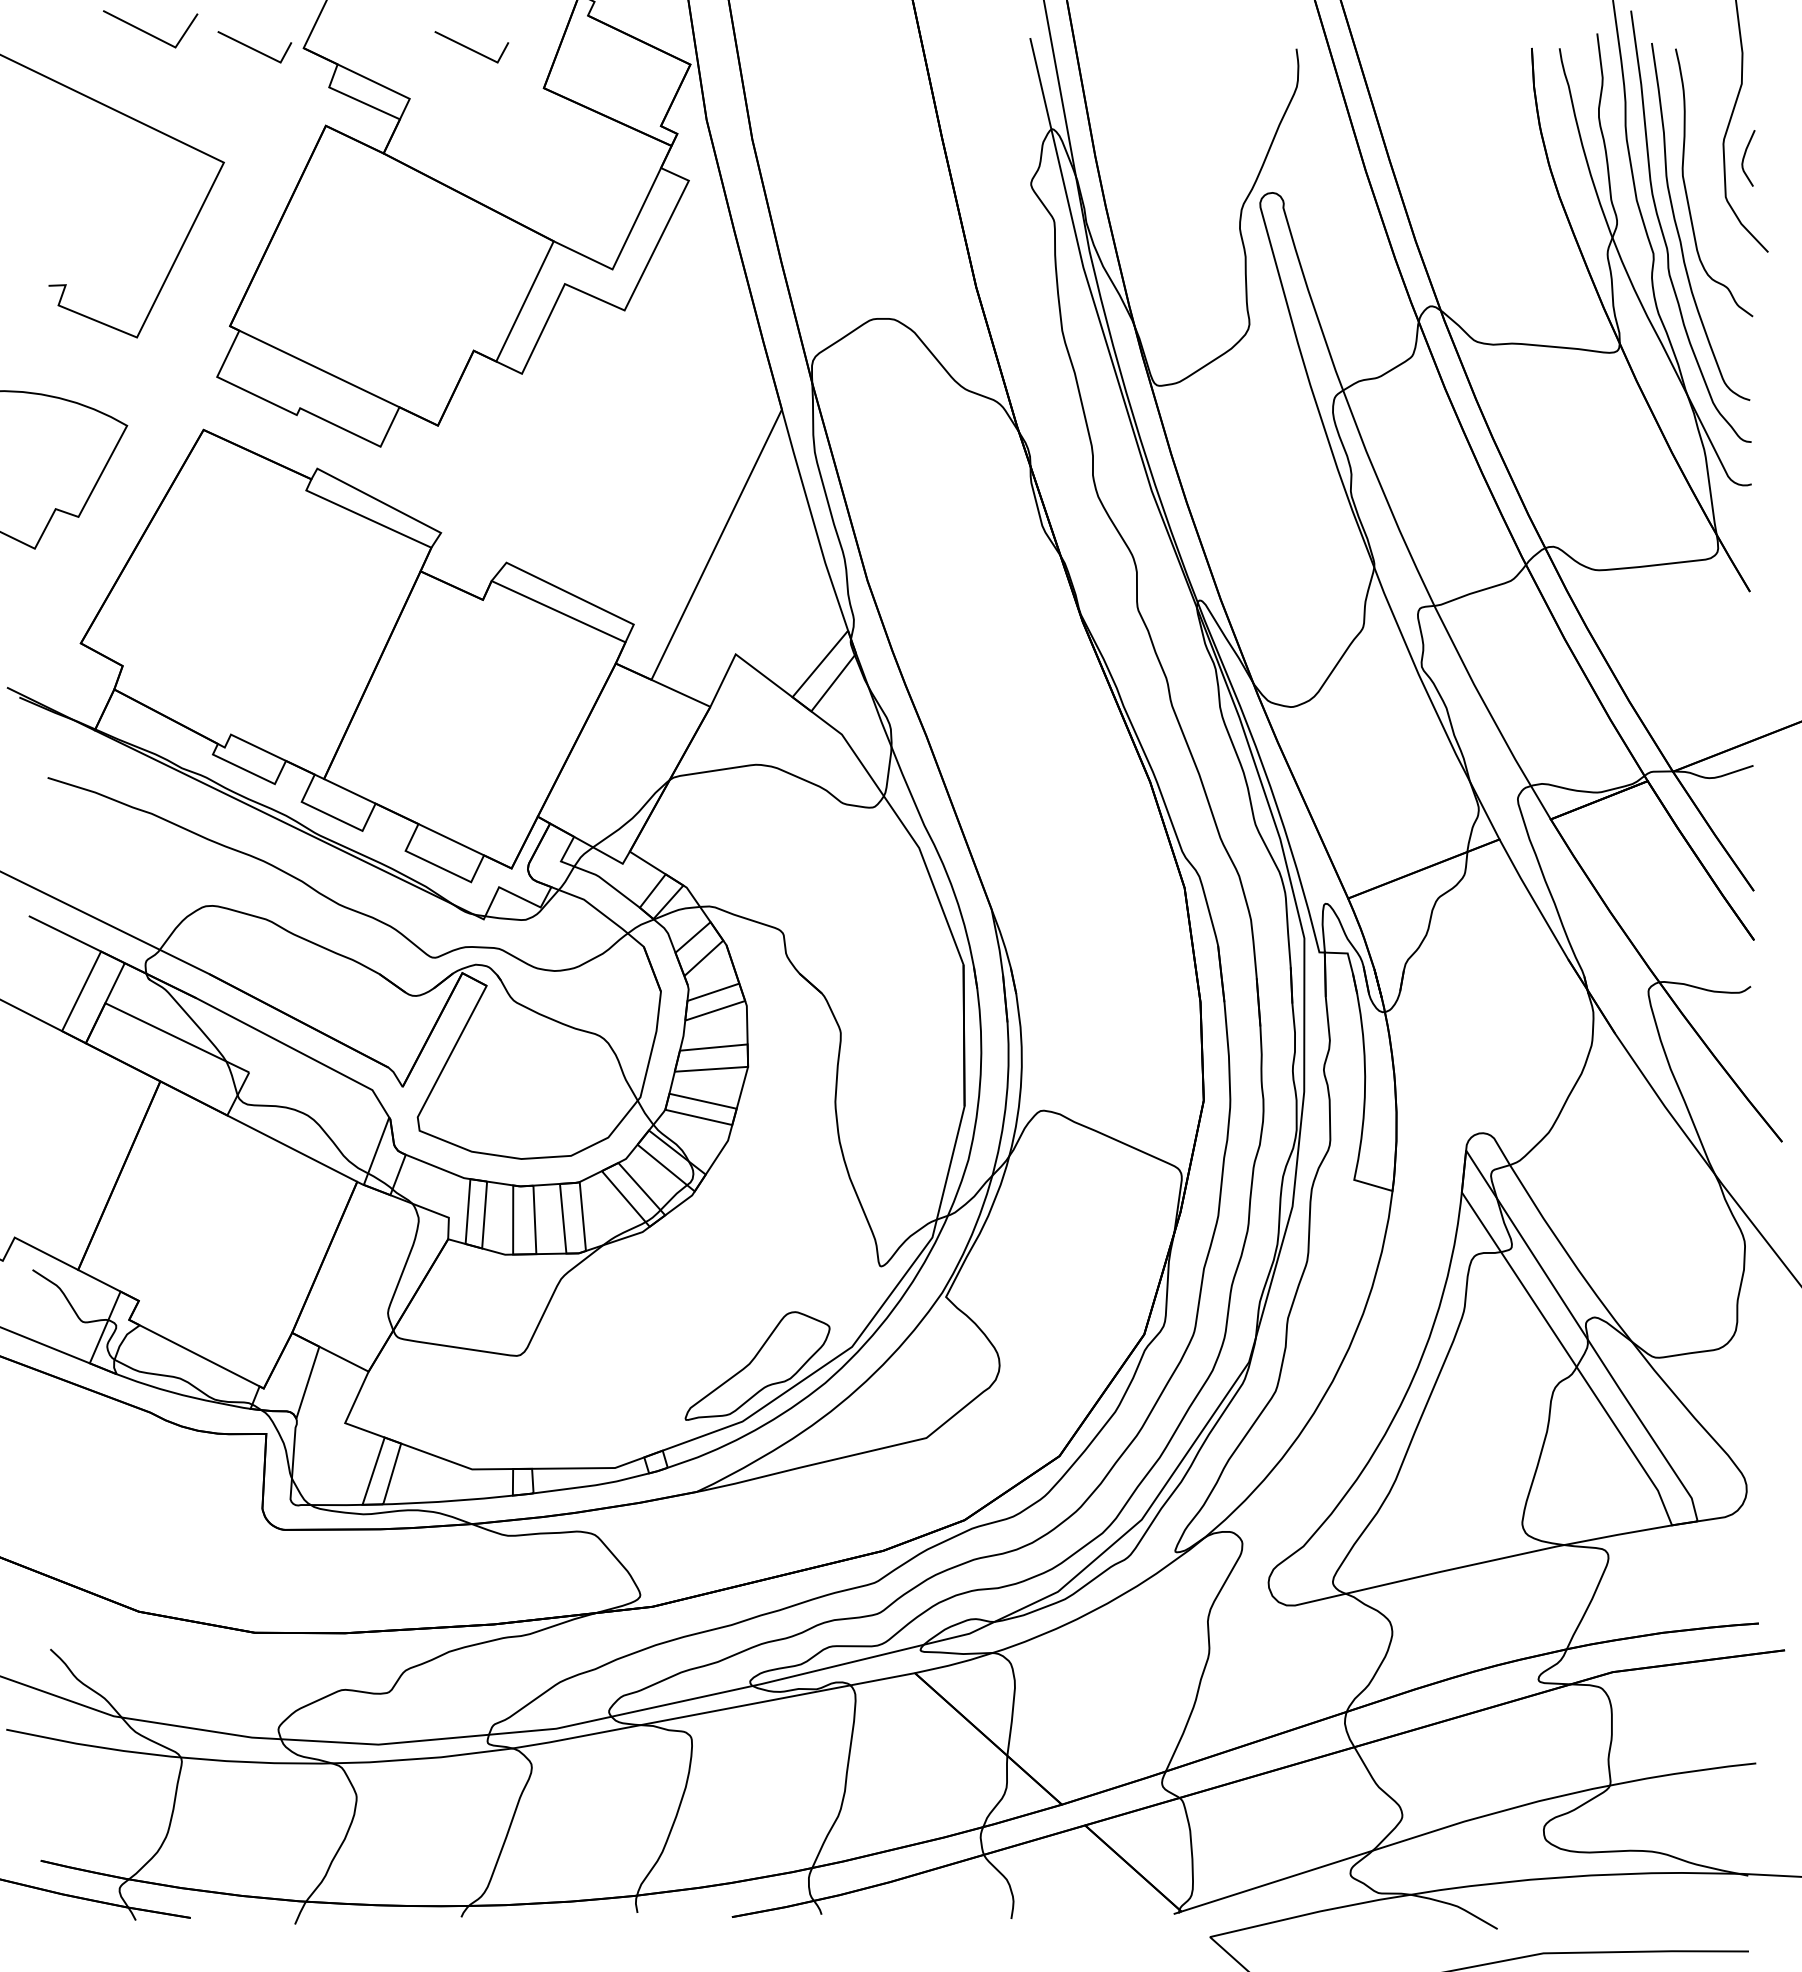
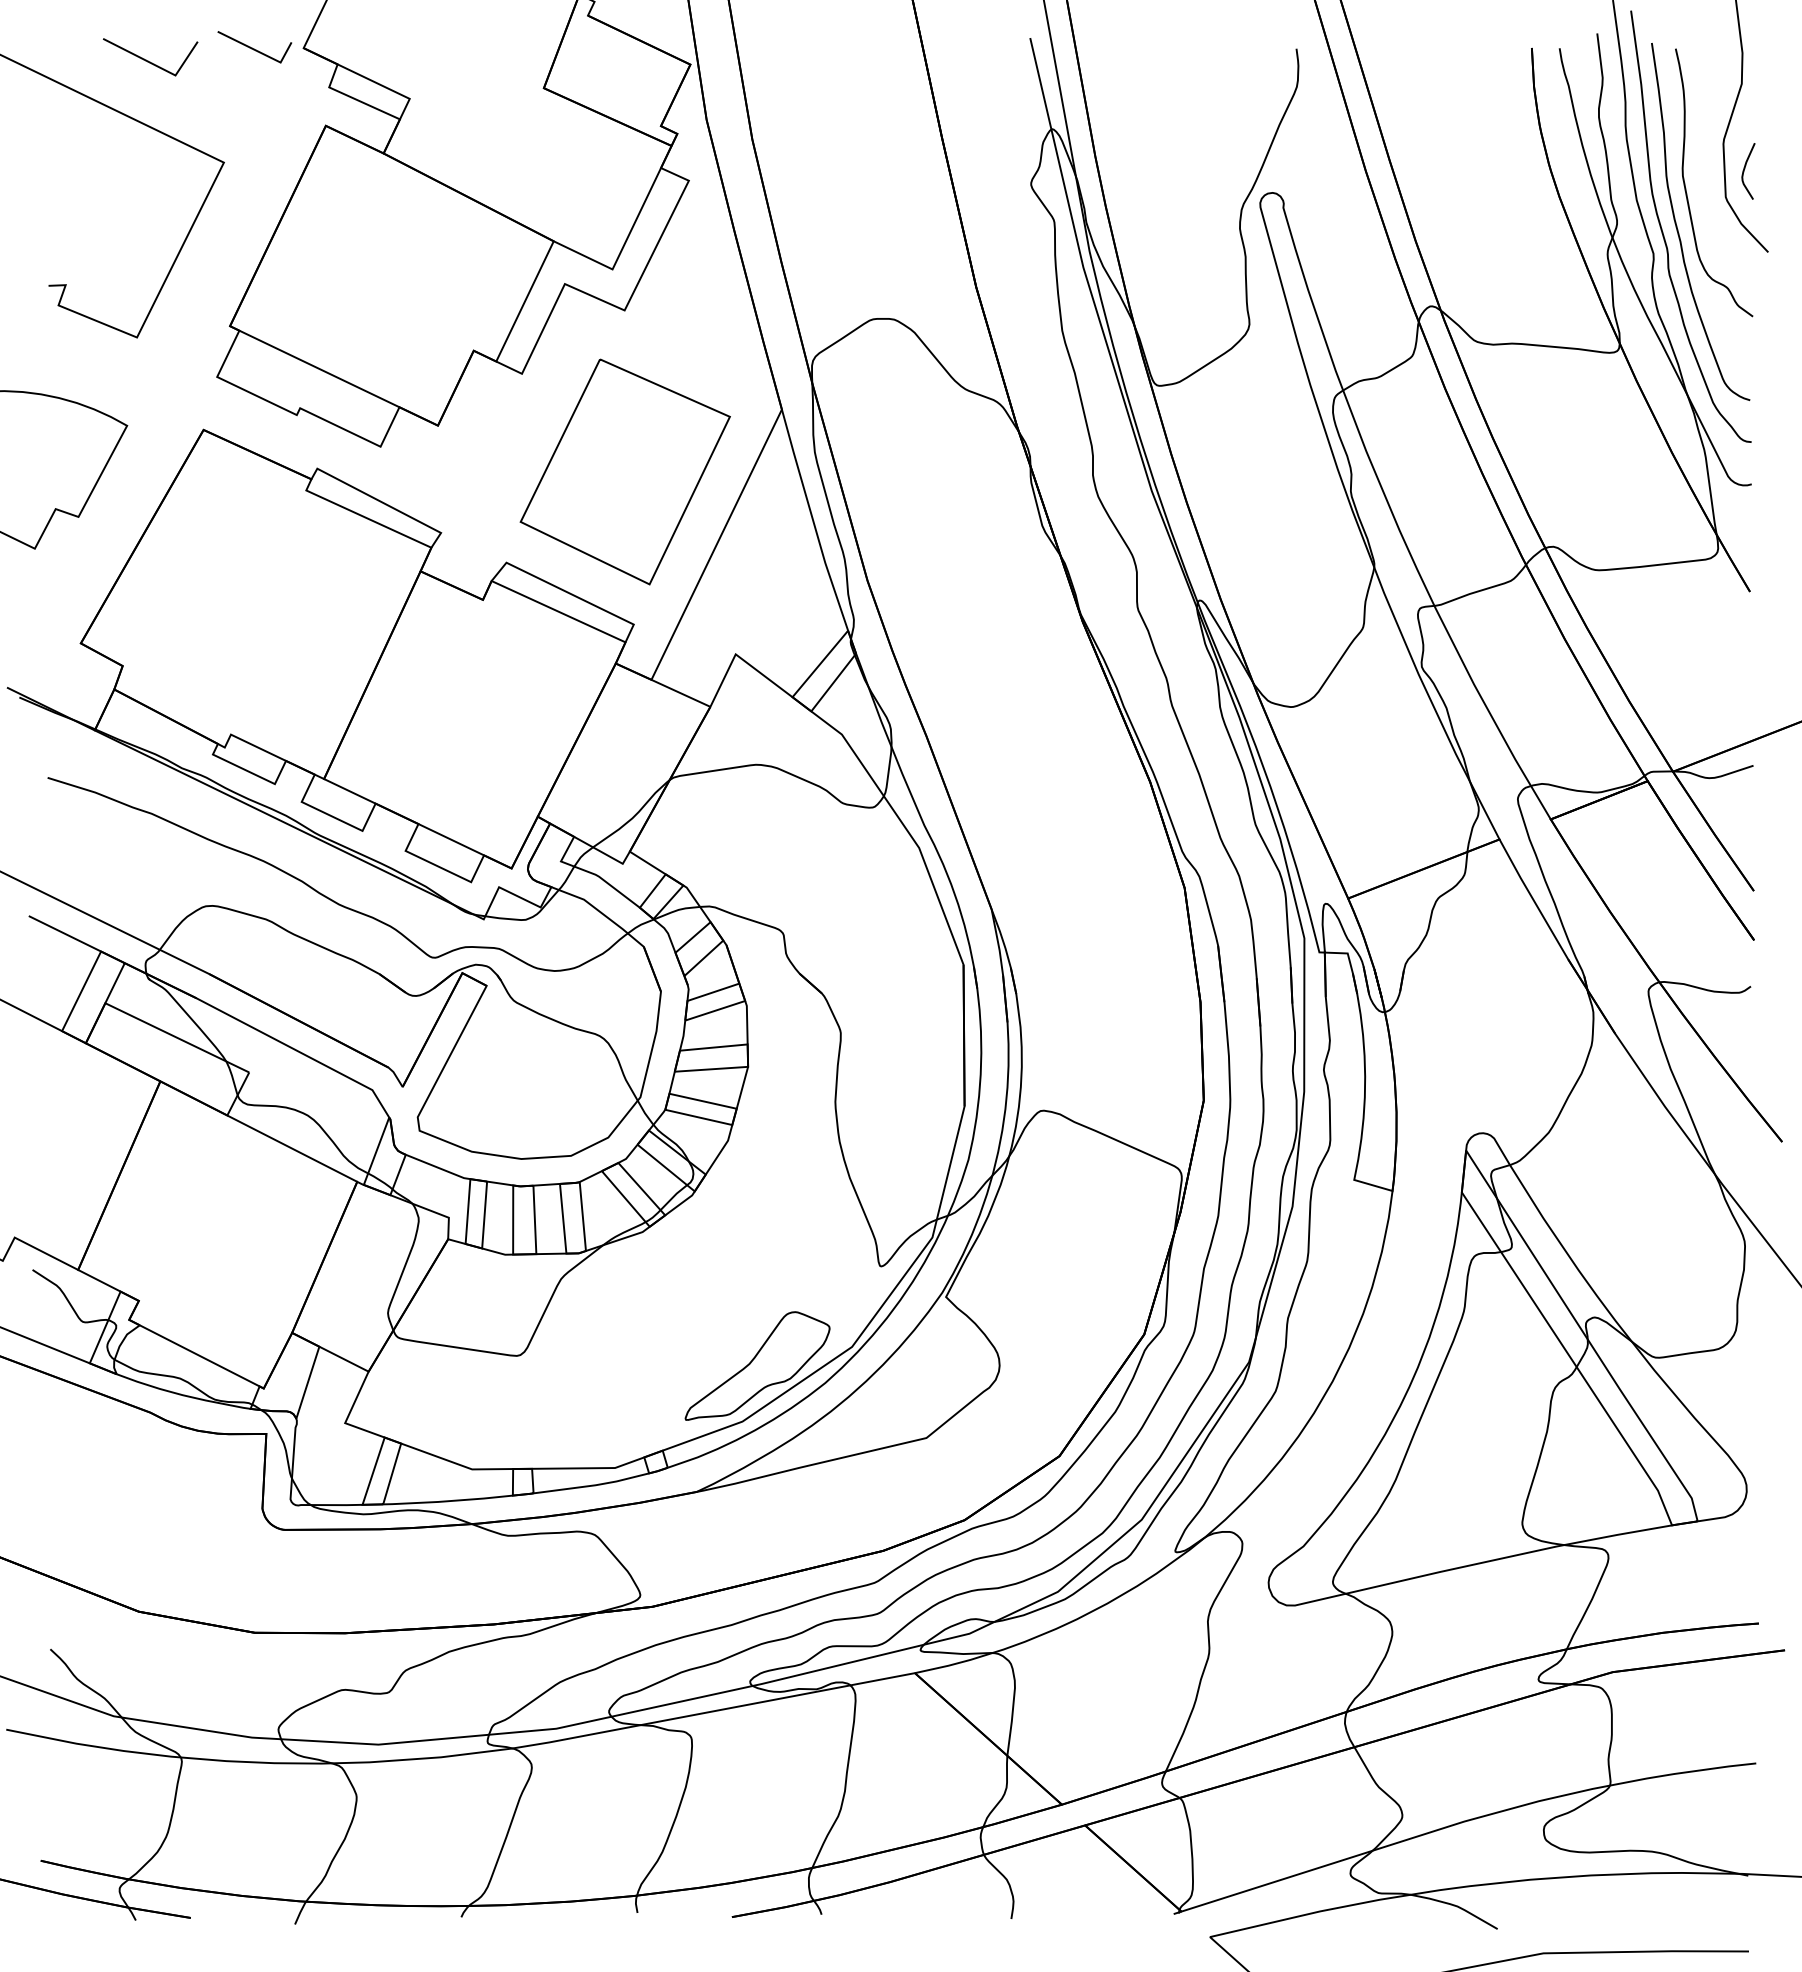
line at (148, 32) position: (148, 32) -> (148, 60)
line at (471, 48): present -> none
curve at (1744, 158) position: (1744, 158) -> (1744, 171)
part at (624, 471): none -> present
